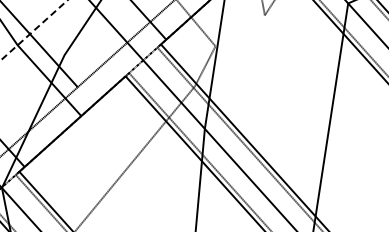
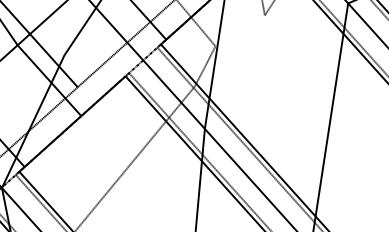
line at (33, 30): dashed -> solid
